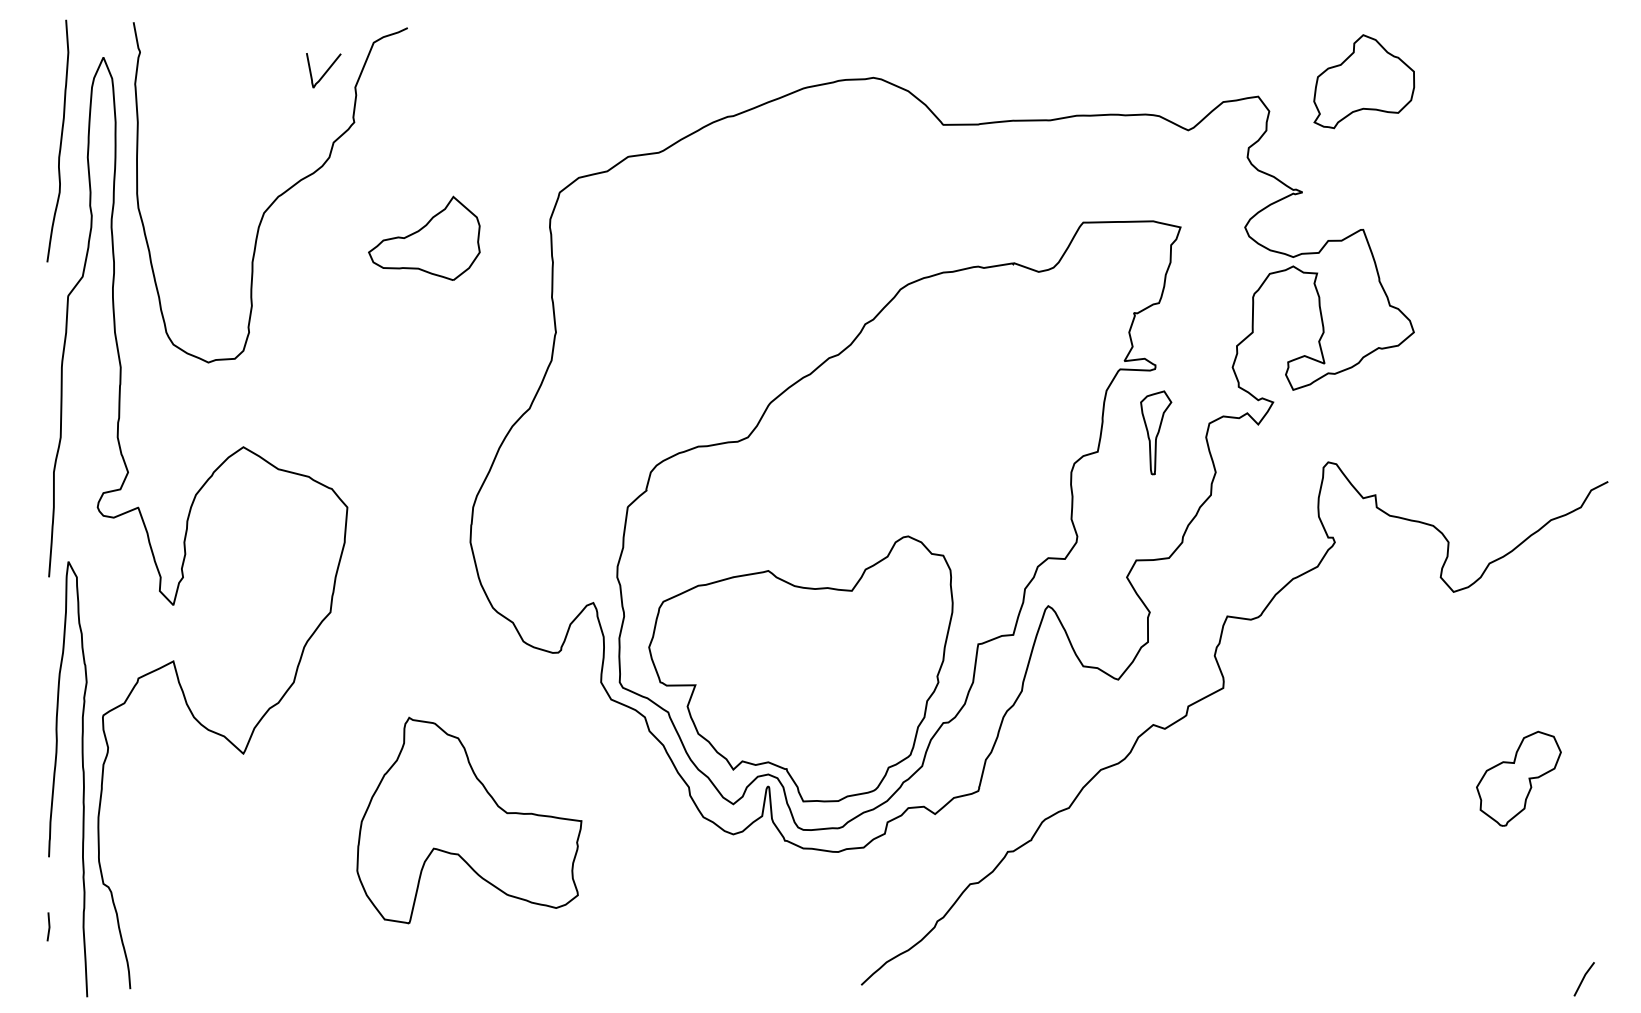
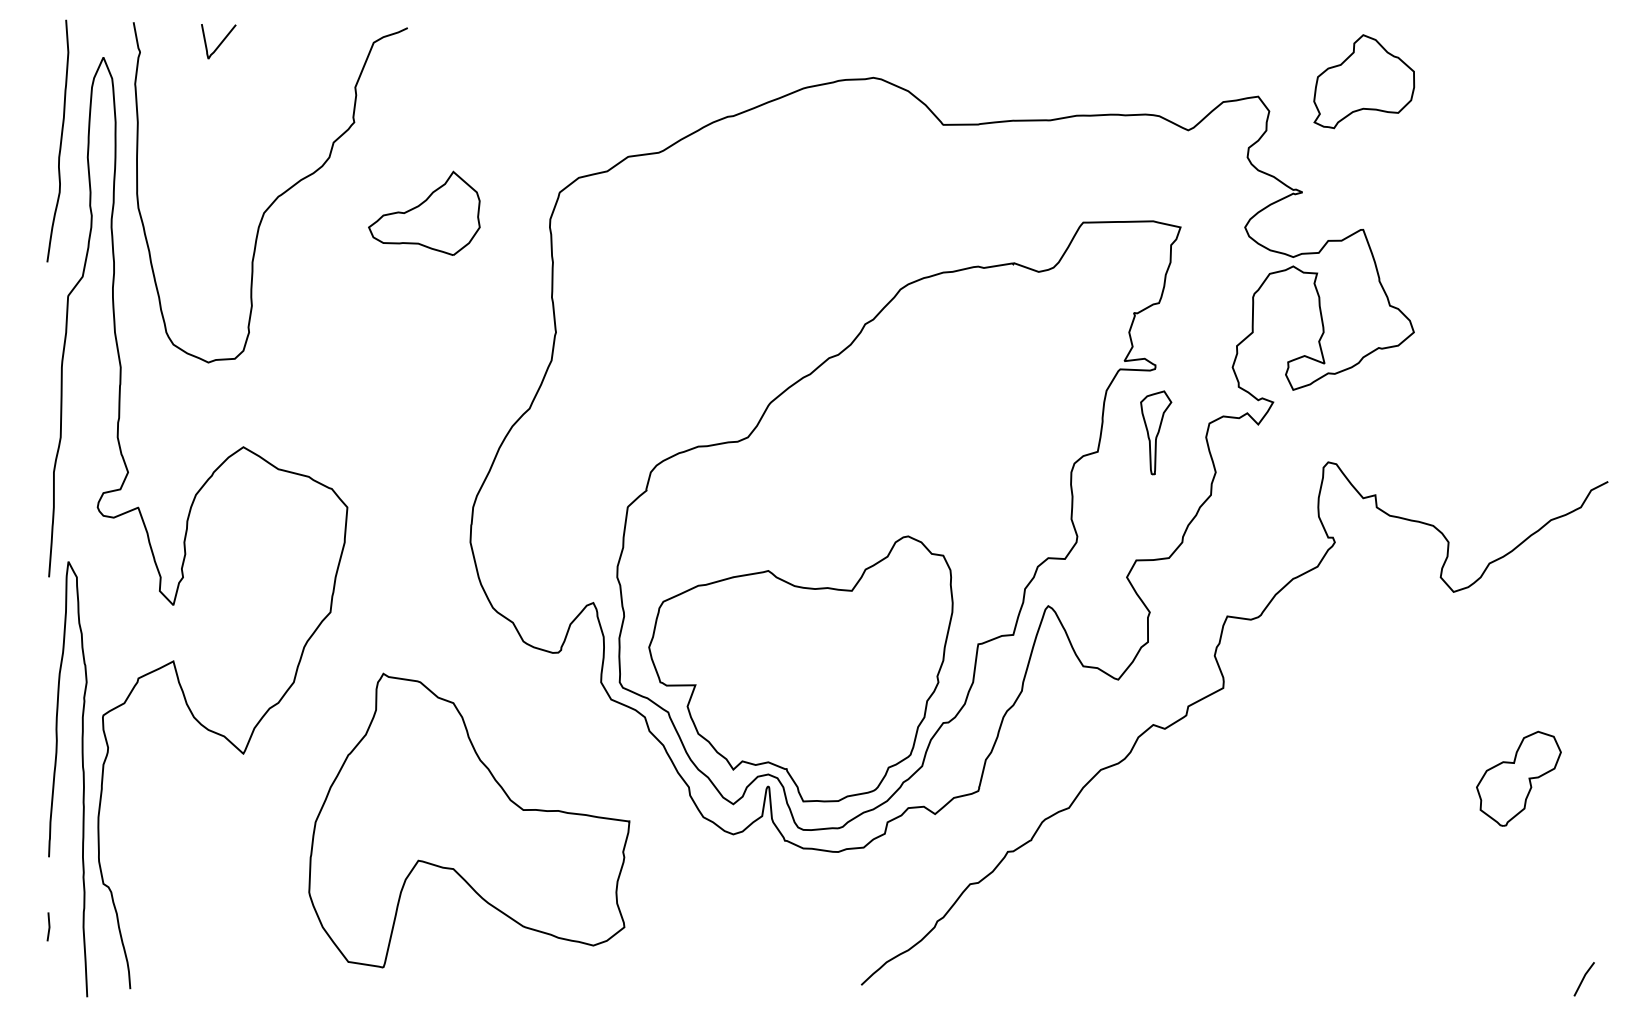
curve at (325, 71) position: (325, 71) -> (220, 42)
part at (424, 237) position: (424, 237) -> (424, 212)
part at (469, 820) size: 227x209 px -> 323x297 px
